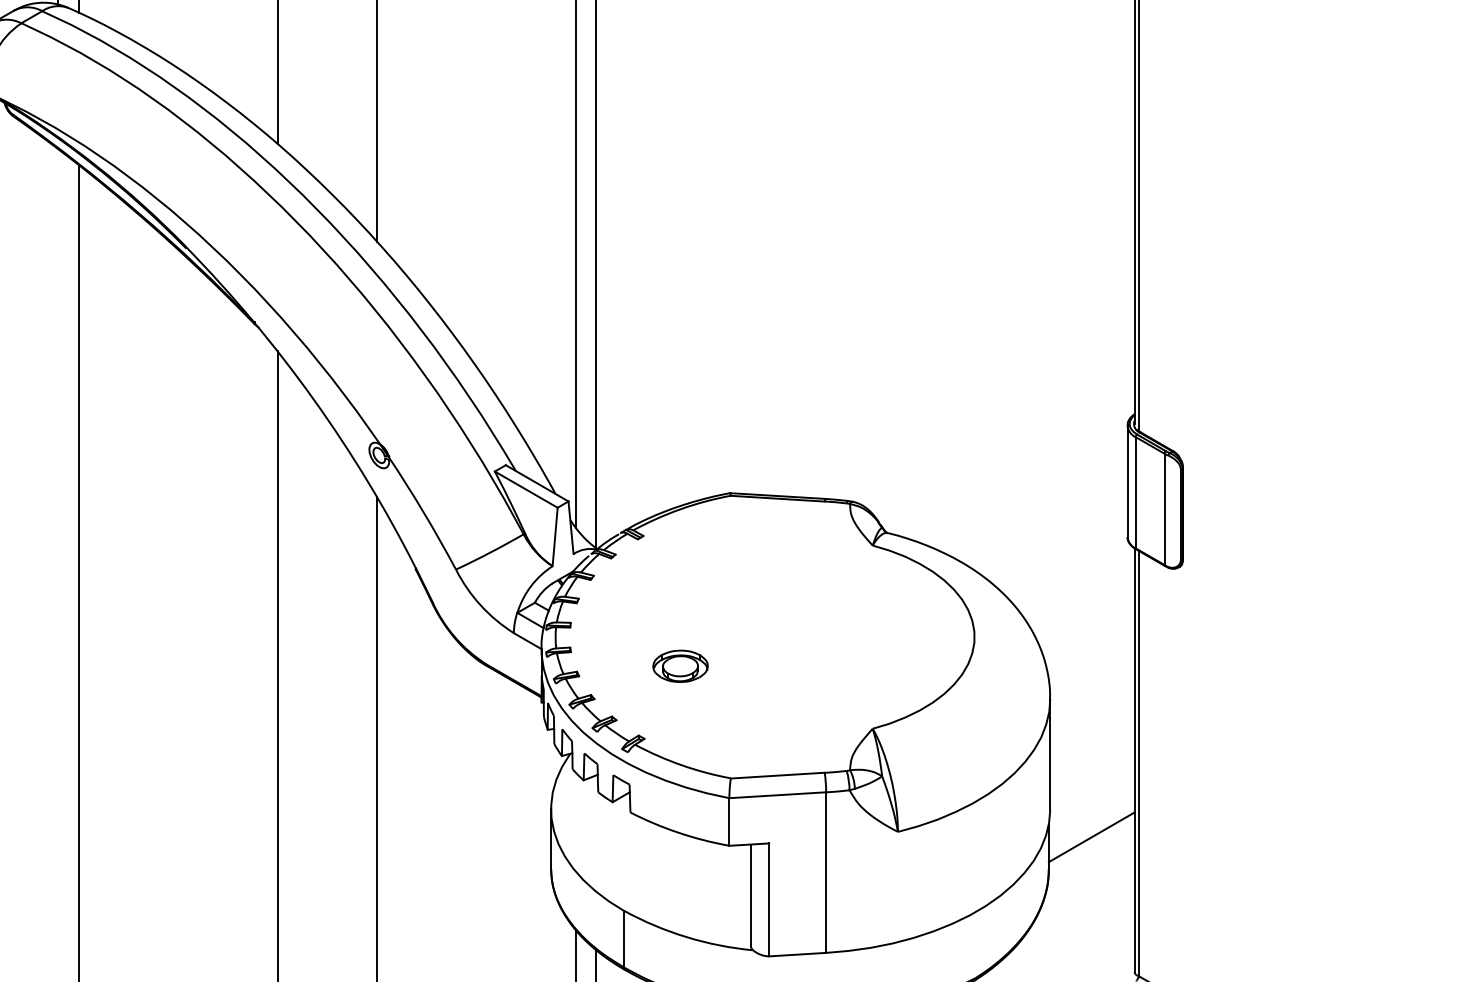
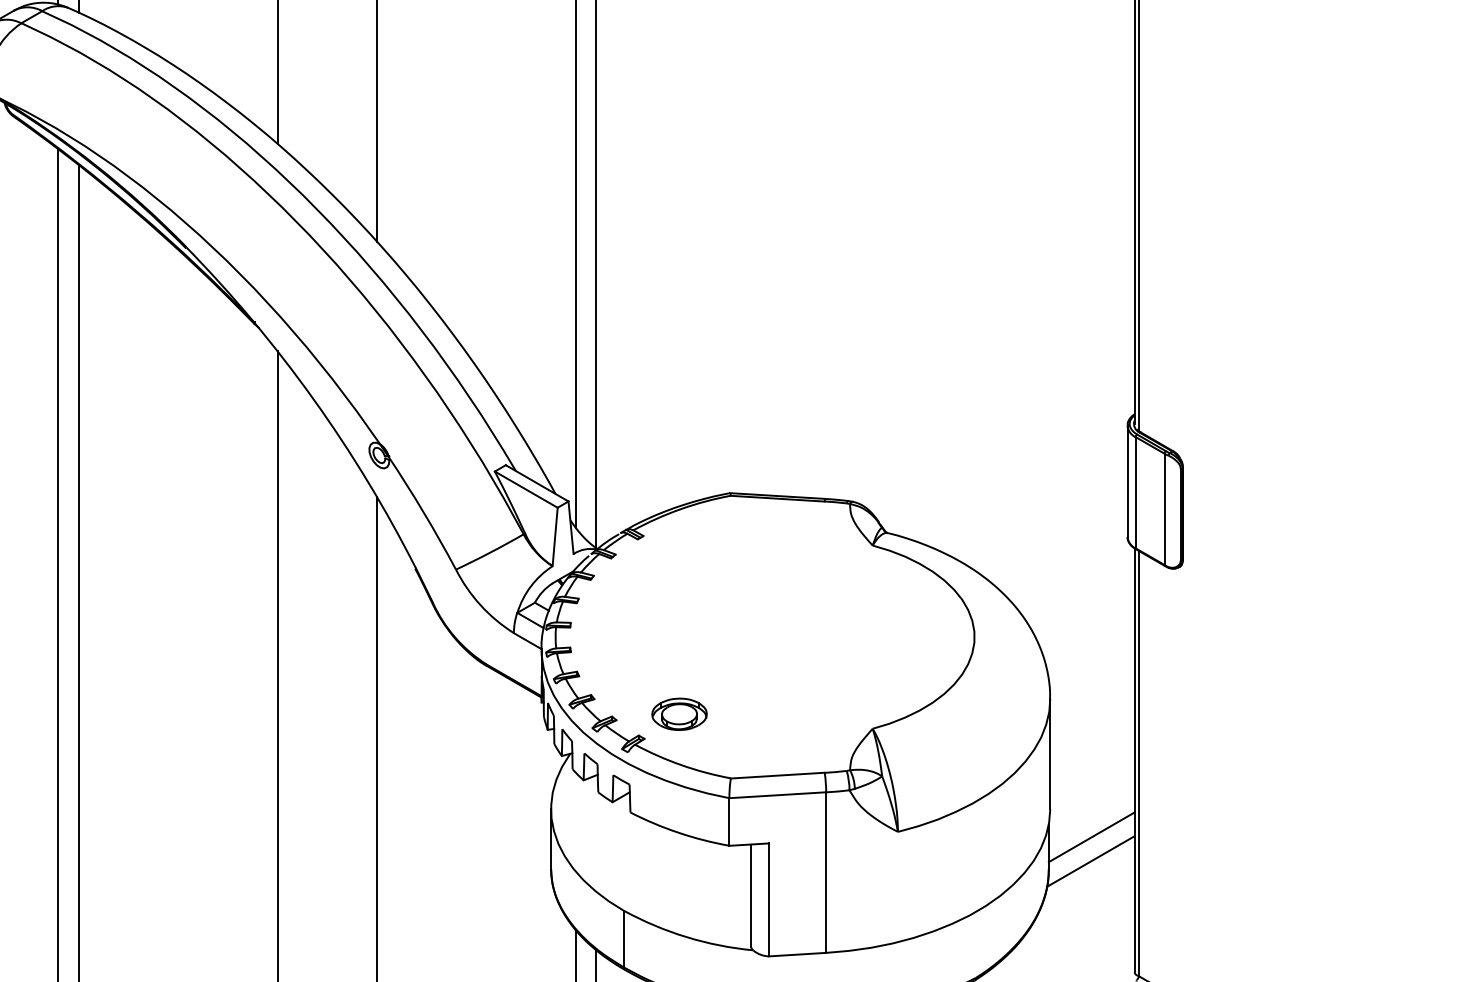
line at (58, 563): none -> present
part at (680, 665) position: (680, 665) -> (679, 713)
line at (1090, 861): none -> present
